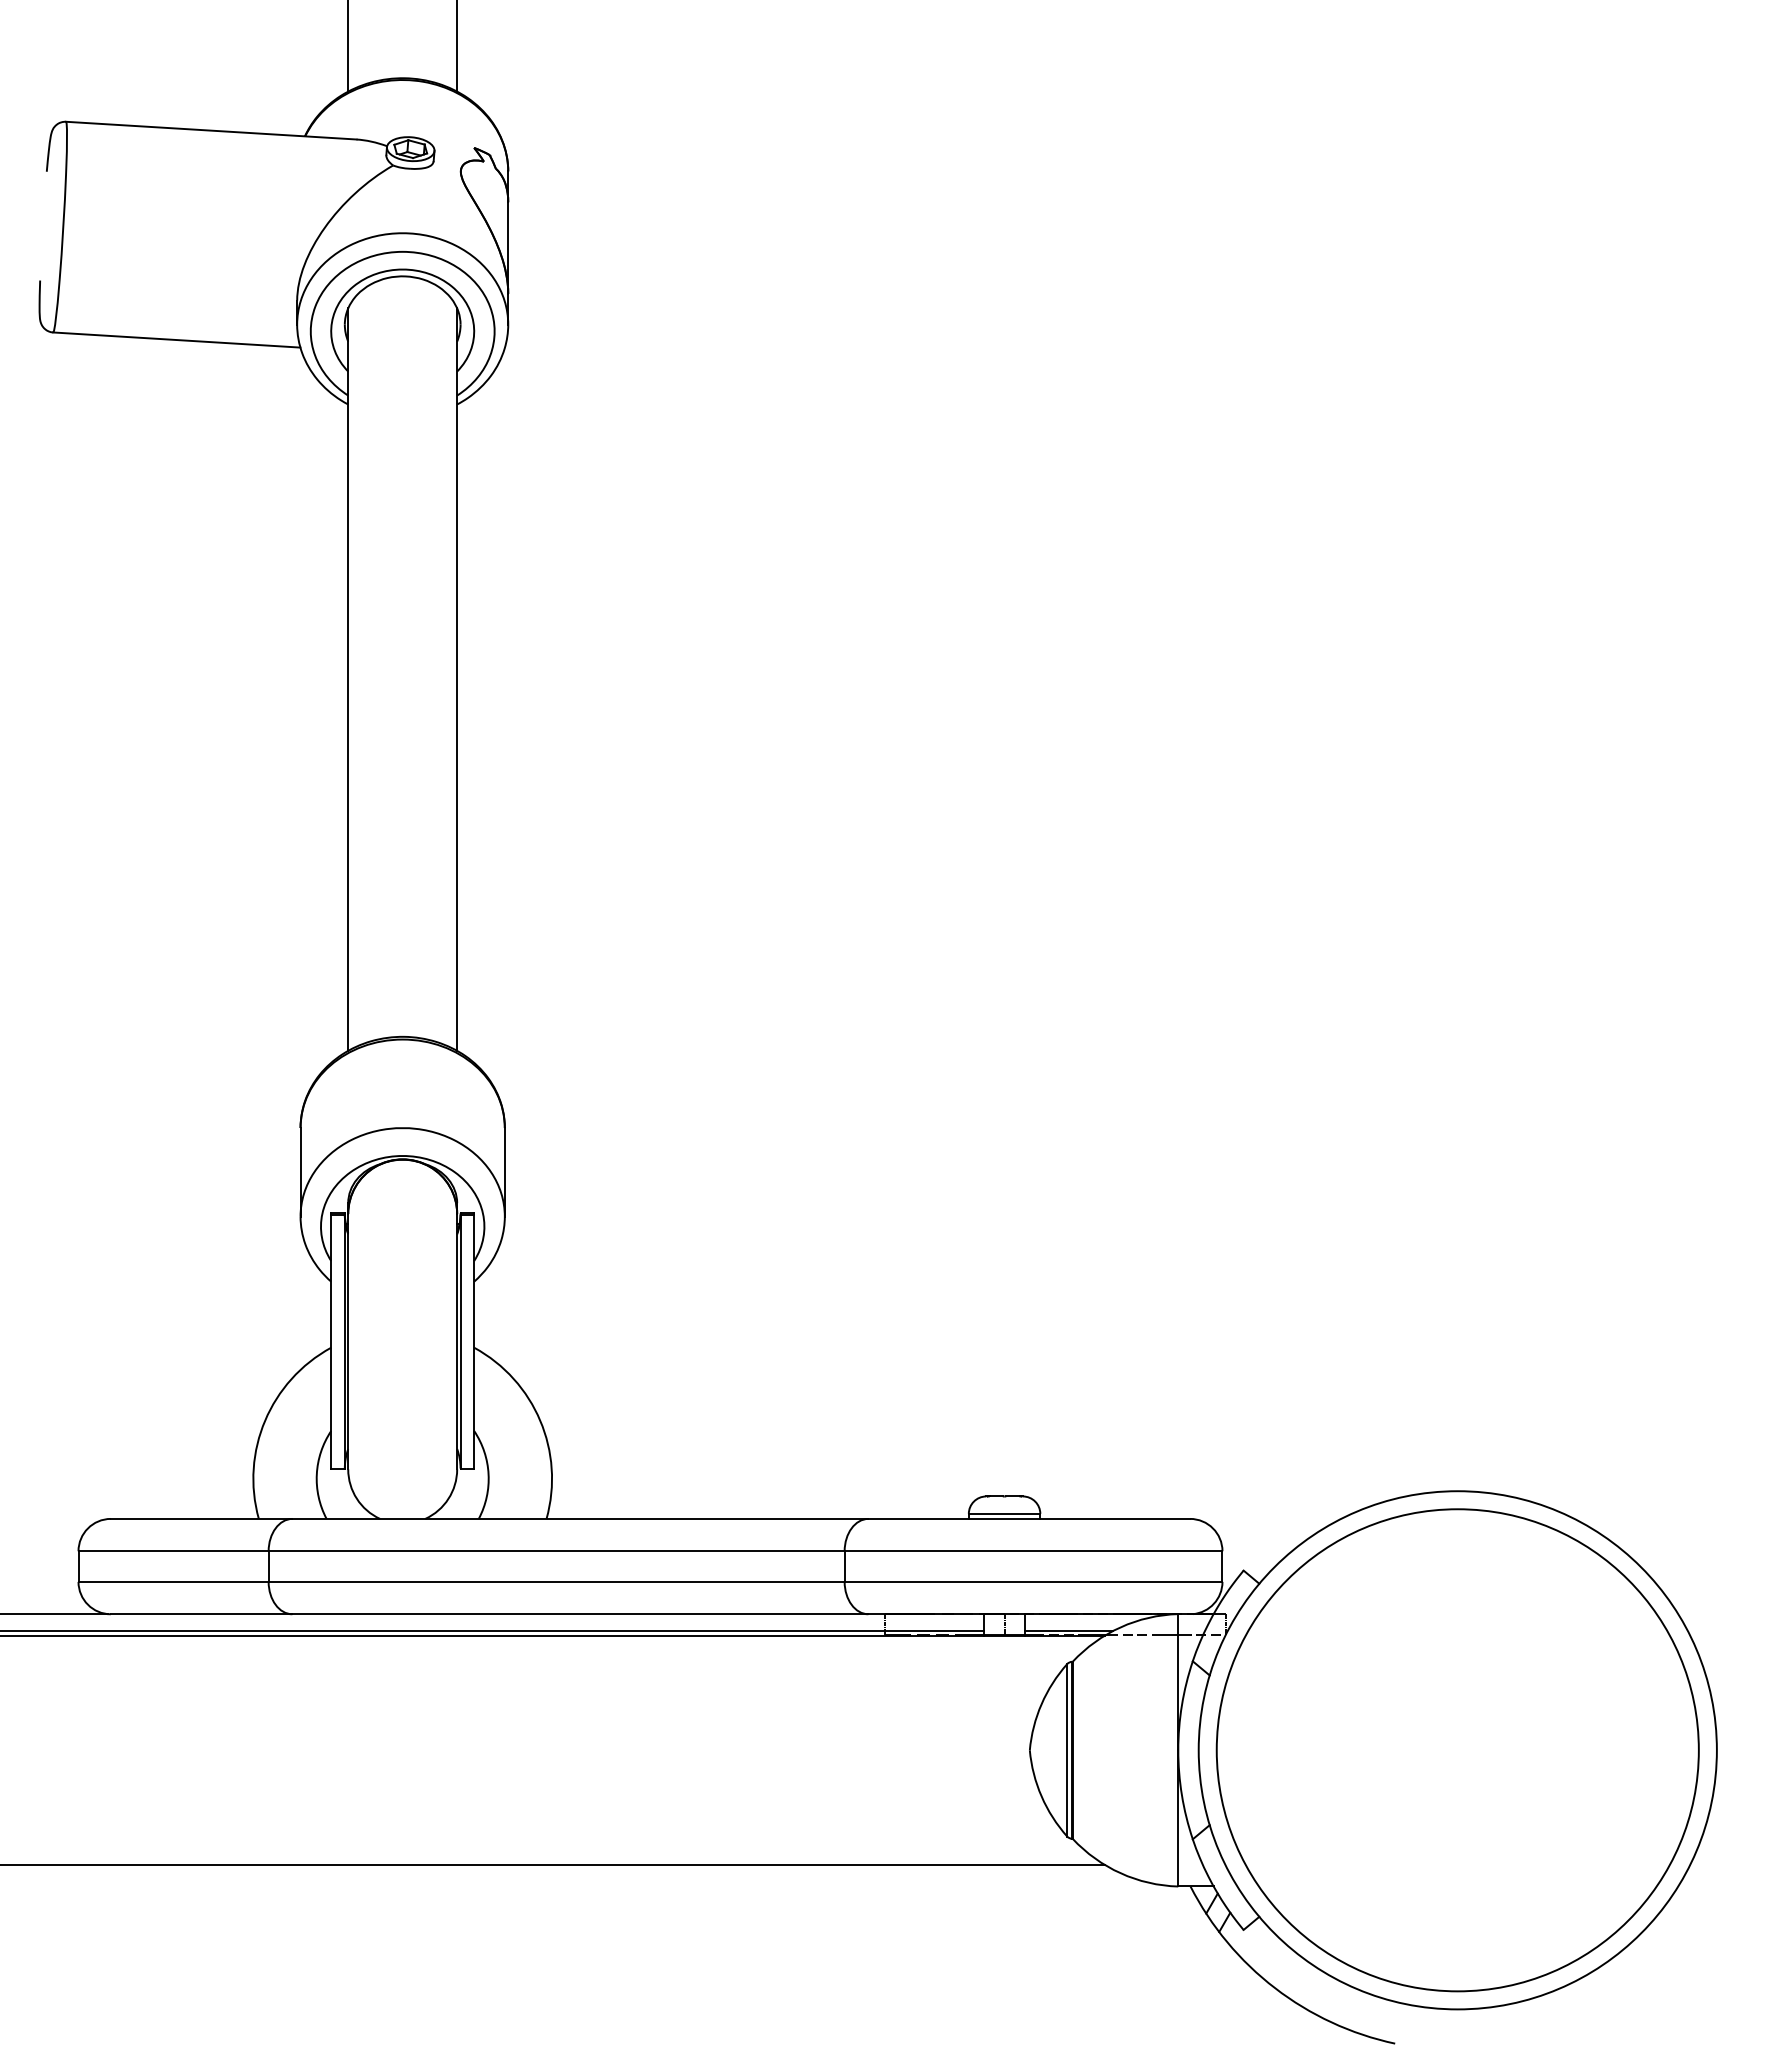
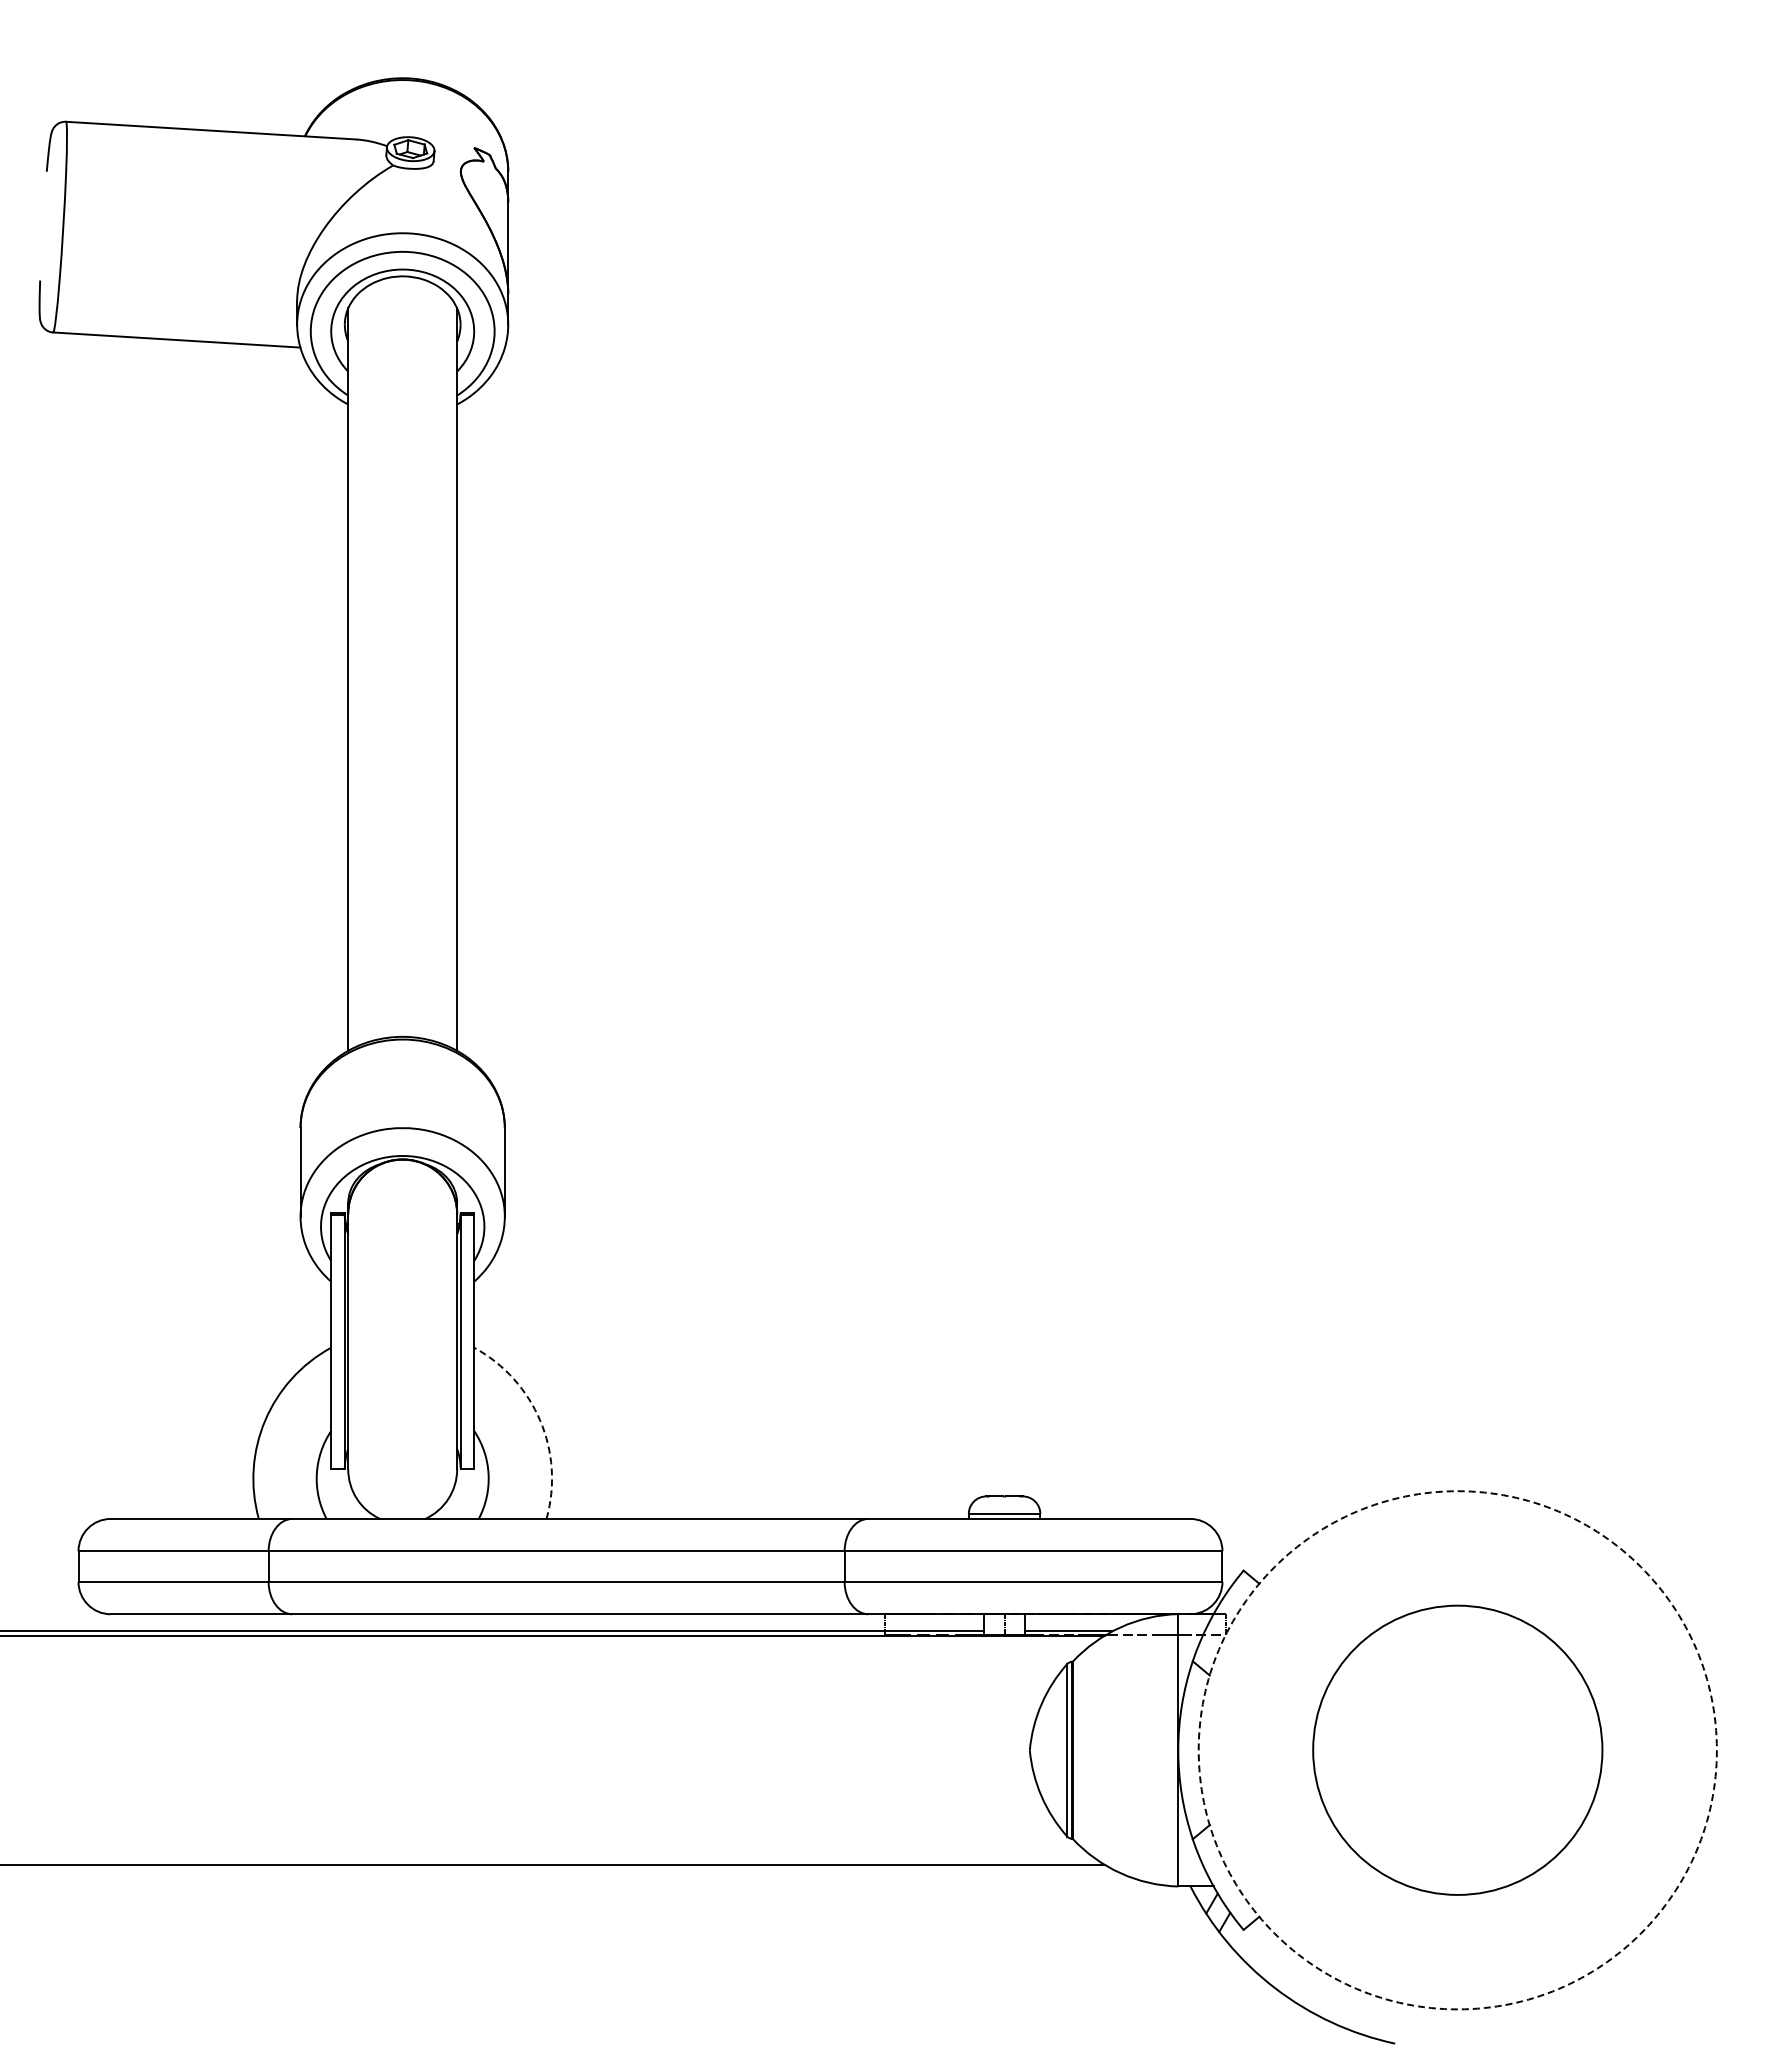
line at (348, 46): present -> none
line at (457, 46): present -> none
arc at (540, 1420): solid -> dashed
line at (55, 1614): present -> none
circle at (1457, 1750) diameter: 482 px -> 289 px
circle at (1457, 1750): solid -> dashed
